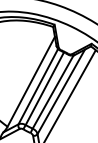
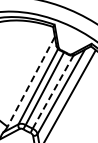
line at (31, 81): solid -> dashed
line at (53, 92): solid -> dashed
